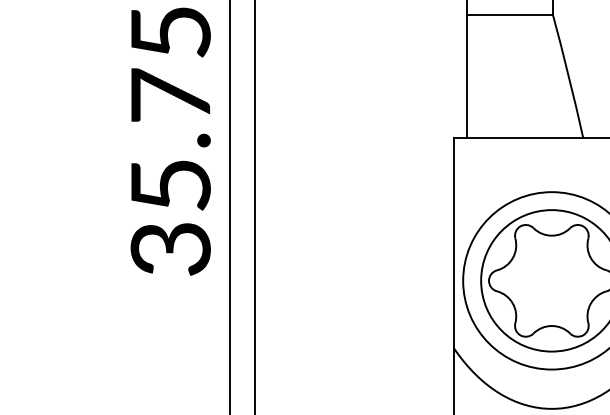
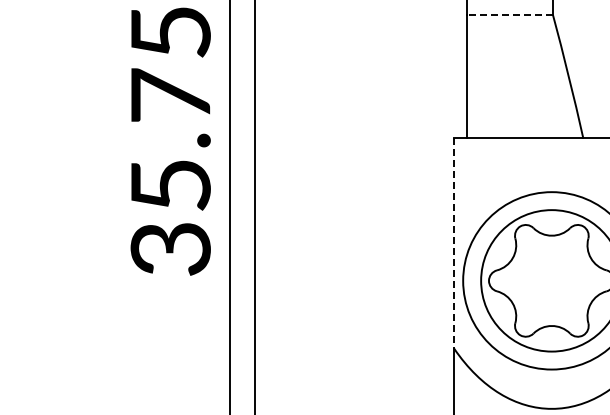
line at (510, 14): solid -> dashed
line at (454, 243): solid -> dashed
